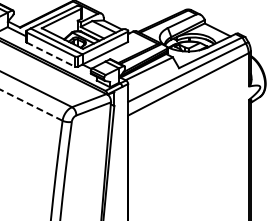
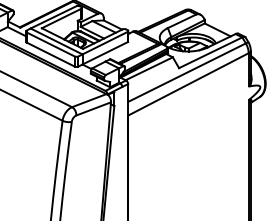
line at (50, 54): dashed -> solid
line at (31, 105): dashed -> solid
